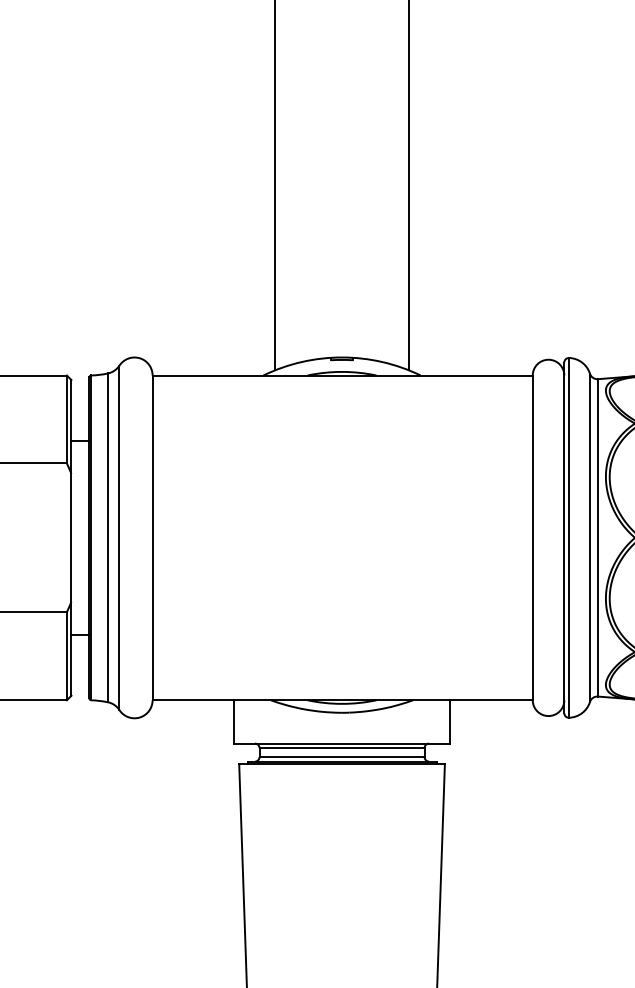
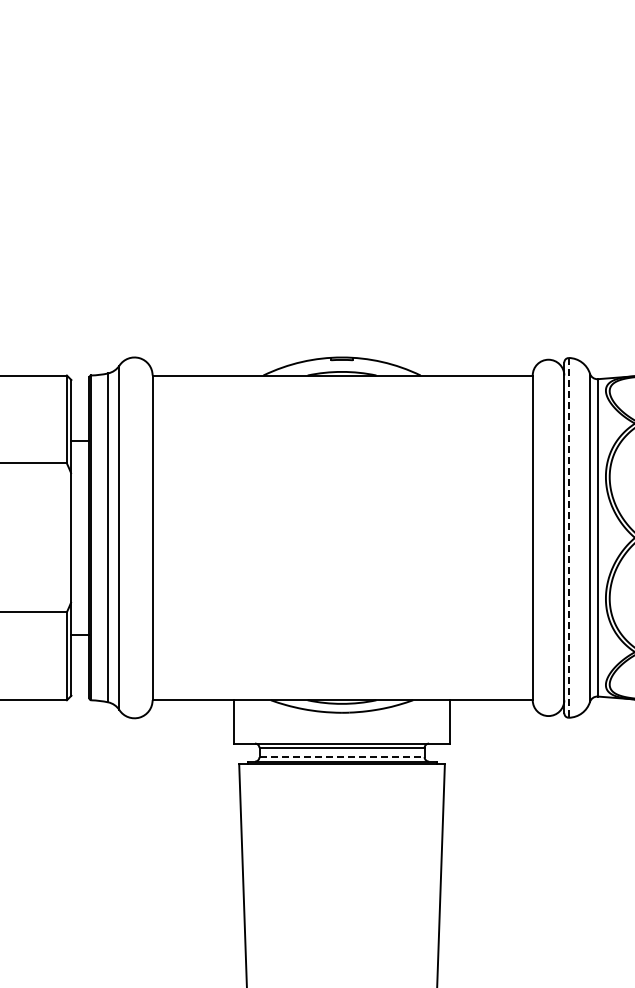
line at (275, 186): present -> none
line at (408, 186): present -> none
line at (568, 537): solid -> dashed
line at (342, 757): solid -> dashed
